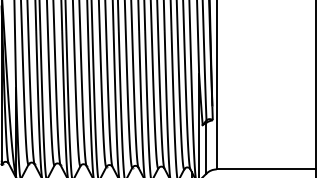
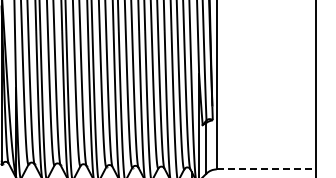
line at (266, 169): solid -> dashed
